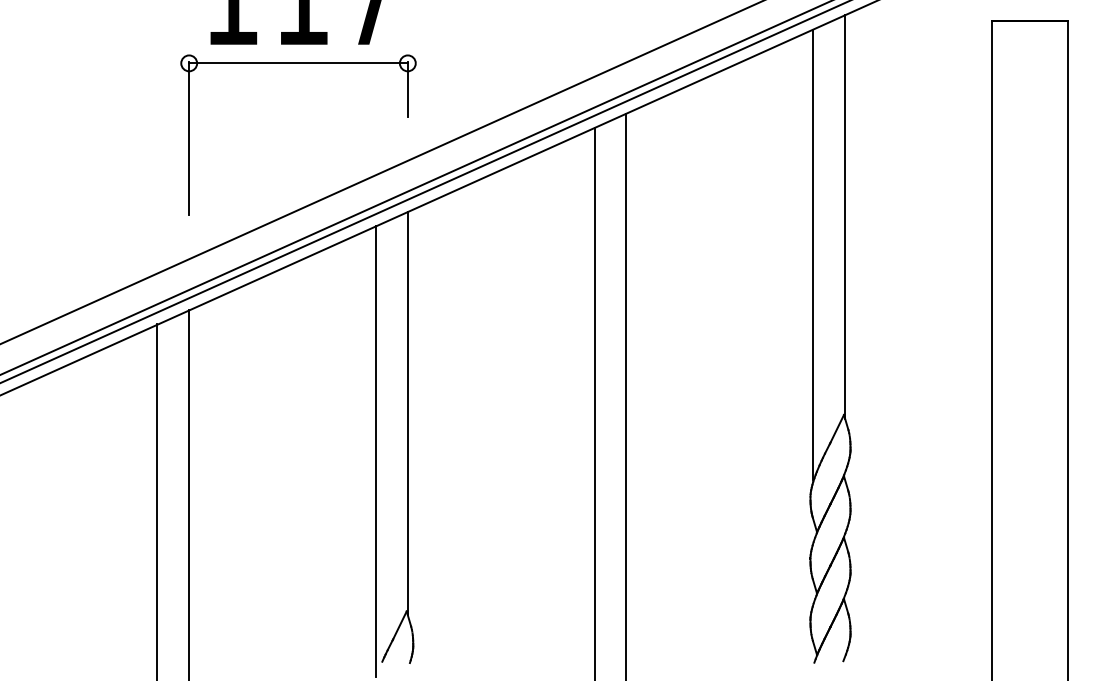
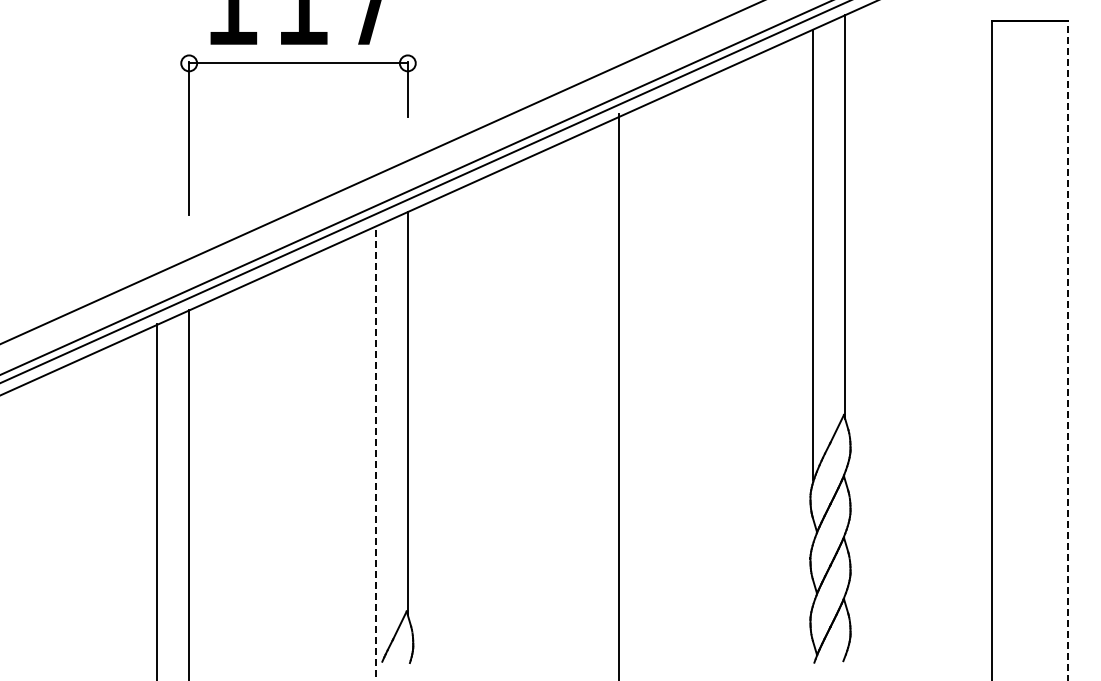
line at (1067, 350): solid -> dashed
line at (626, 395) position: (626, 395) -> (619, 395)
line at (594, 402): present -> none
line at (376, 450): solid -> dashed
